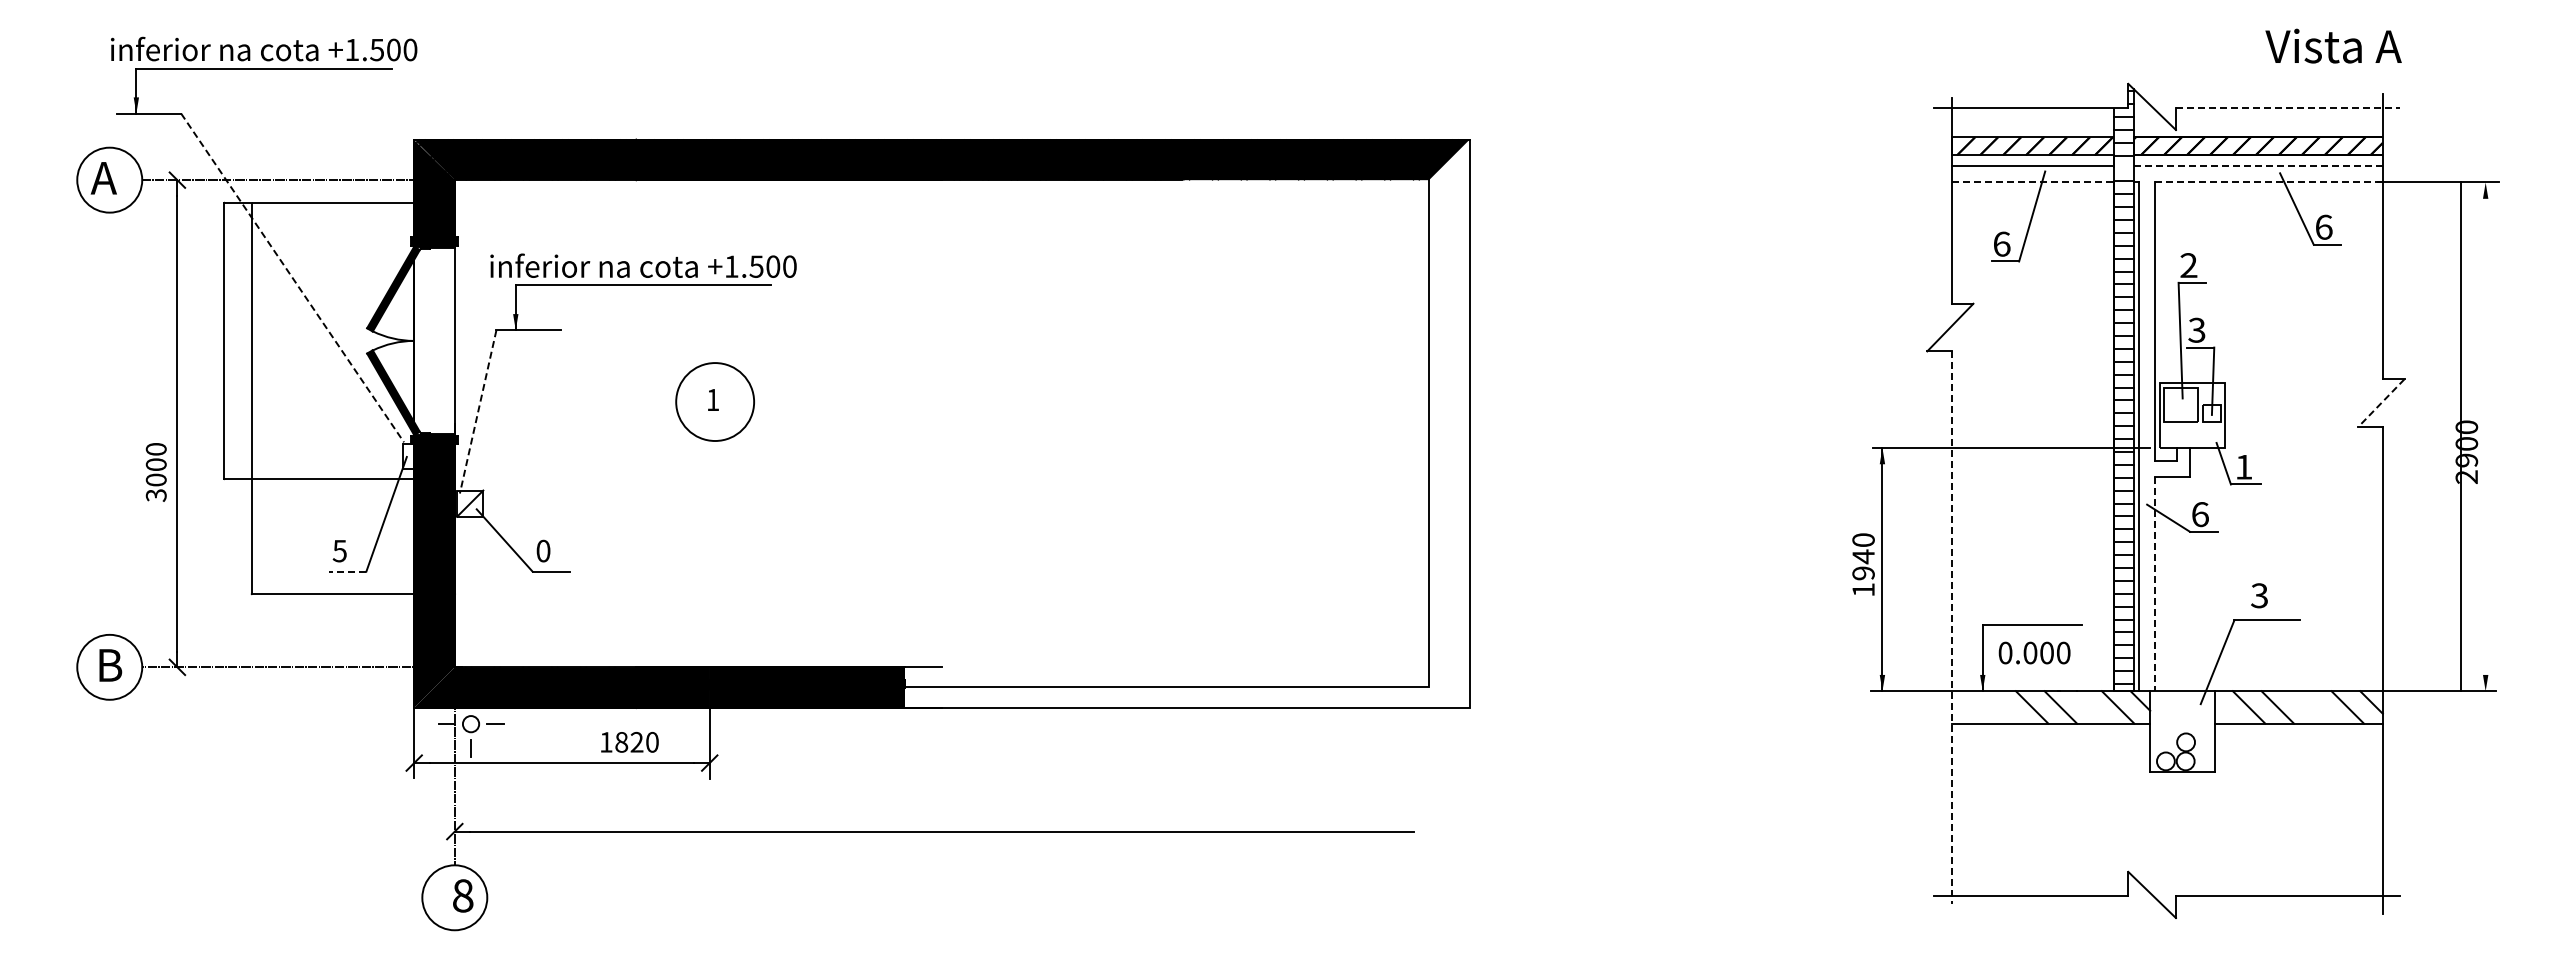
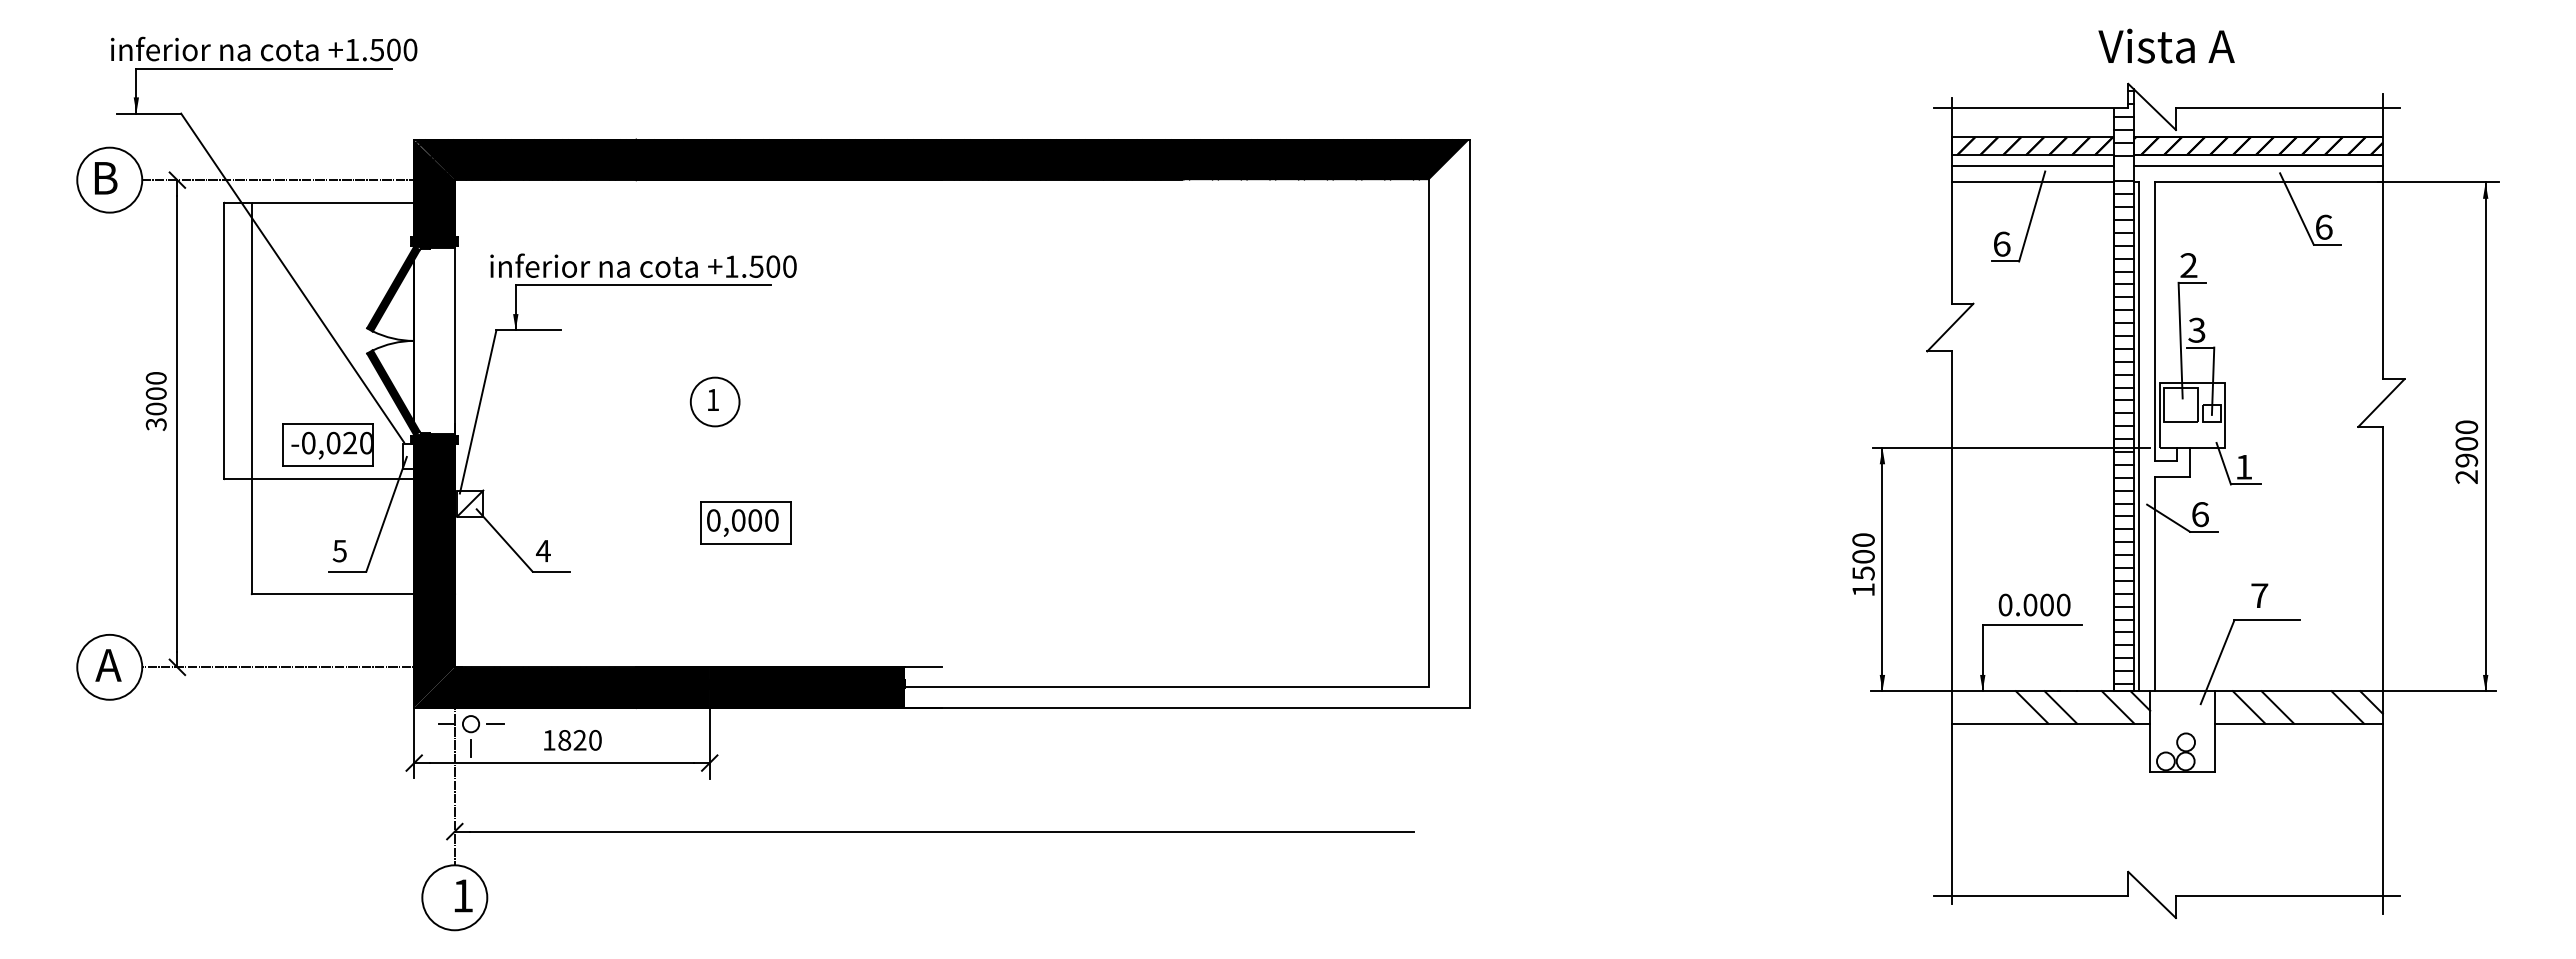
text at (2333, 45) position: (2333, 45) -> (2166, 45)
line at (2288, 108): dashed -> solid
line at (2258, 166): dashed -> solid
text at (103, 178): А -> B
line at (2033, 182): dashed -> solid
line at (2268, 182): dashed -> solid
line at (292, 277): dashed -> solid
circle at (715, 402) diameter: 78 px -> 49 px
line at (2381, 403): dashed -> solid
line at (478, 411): dashed -> solid
line at (2460, 436) position: (2460, 436) -> (2485, 436)
part at (327, 444): none -> present
text at (155, 472) position: (155, 472) -> (155, 401)
part at (745, 522): none -> present
text at (542, 550): 0 -> 4
text at (1863, 564): 1940 -> 1500
line at (347, 571): dashed -> solid
line at (2154, 584): dashed -> solid
text at (2259, 595): 3 -> 7
line at (1951, 628): dashed -> solid
text at (2034, 652) position: (2034, 652) -> (2034, 604)
text at (108, 665): B -> А
text at (629, 742) position: (629, 742) -> (572, 740)
text at (463, 895): 8 -> 1
